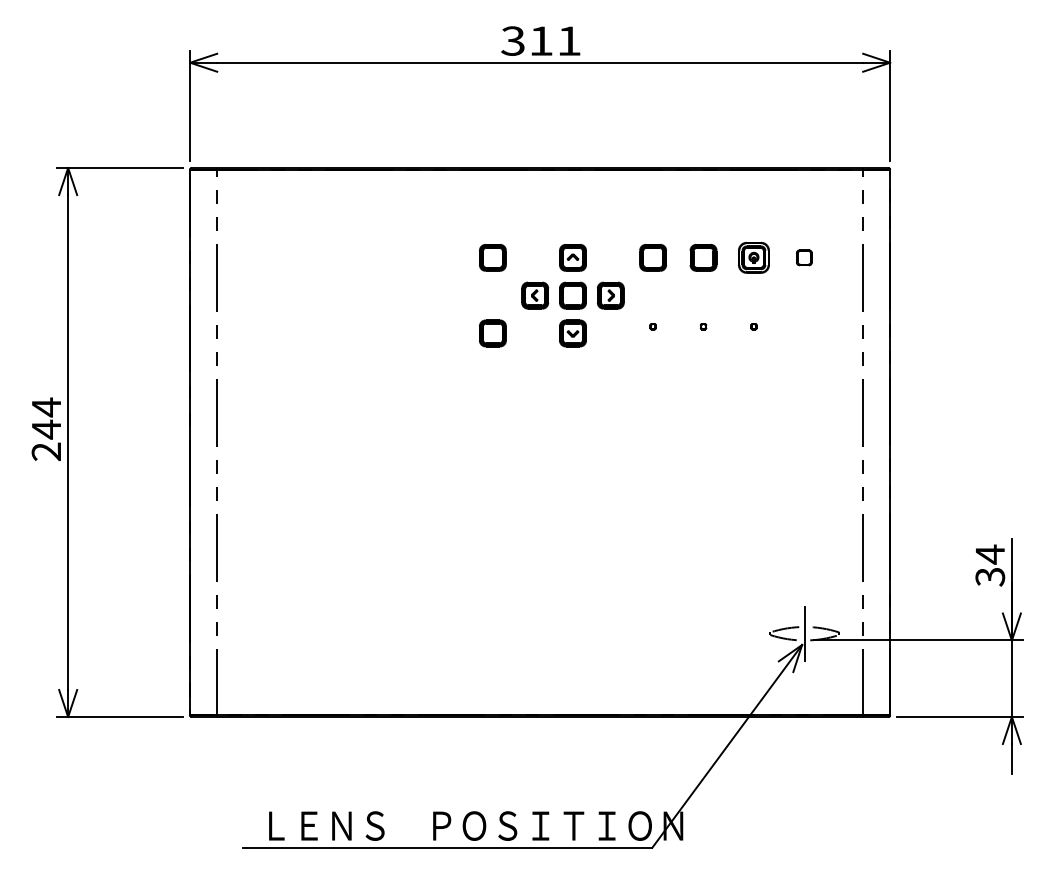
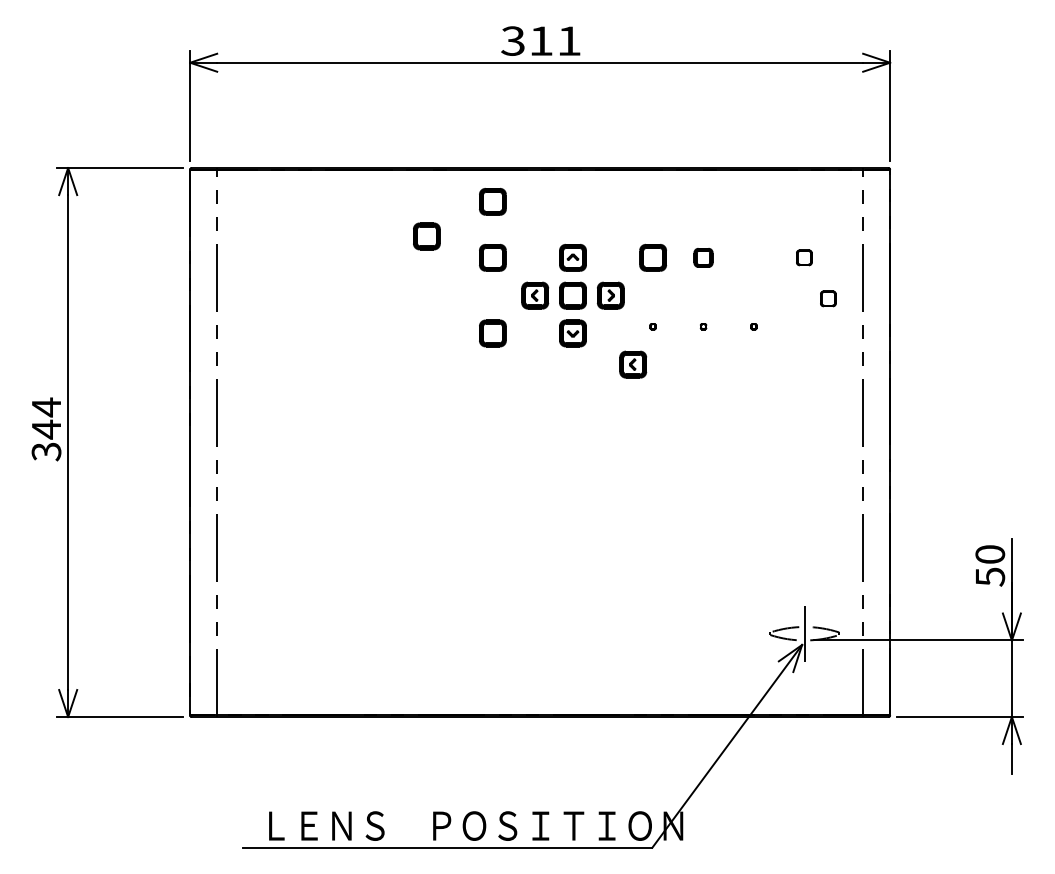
part at (492, 201): none -> present
part at (426, 236): none -> present
part at (703, 257) size: 29x28 px -> 21x20 px
part at (753, 257): present -> none
part at (828, 298): none -> present
part at (633, 364): none -> present
text at (46, 451): 244 -> 344
text at (990, 565): 34 -> 50
